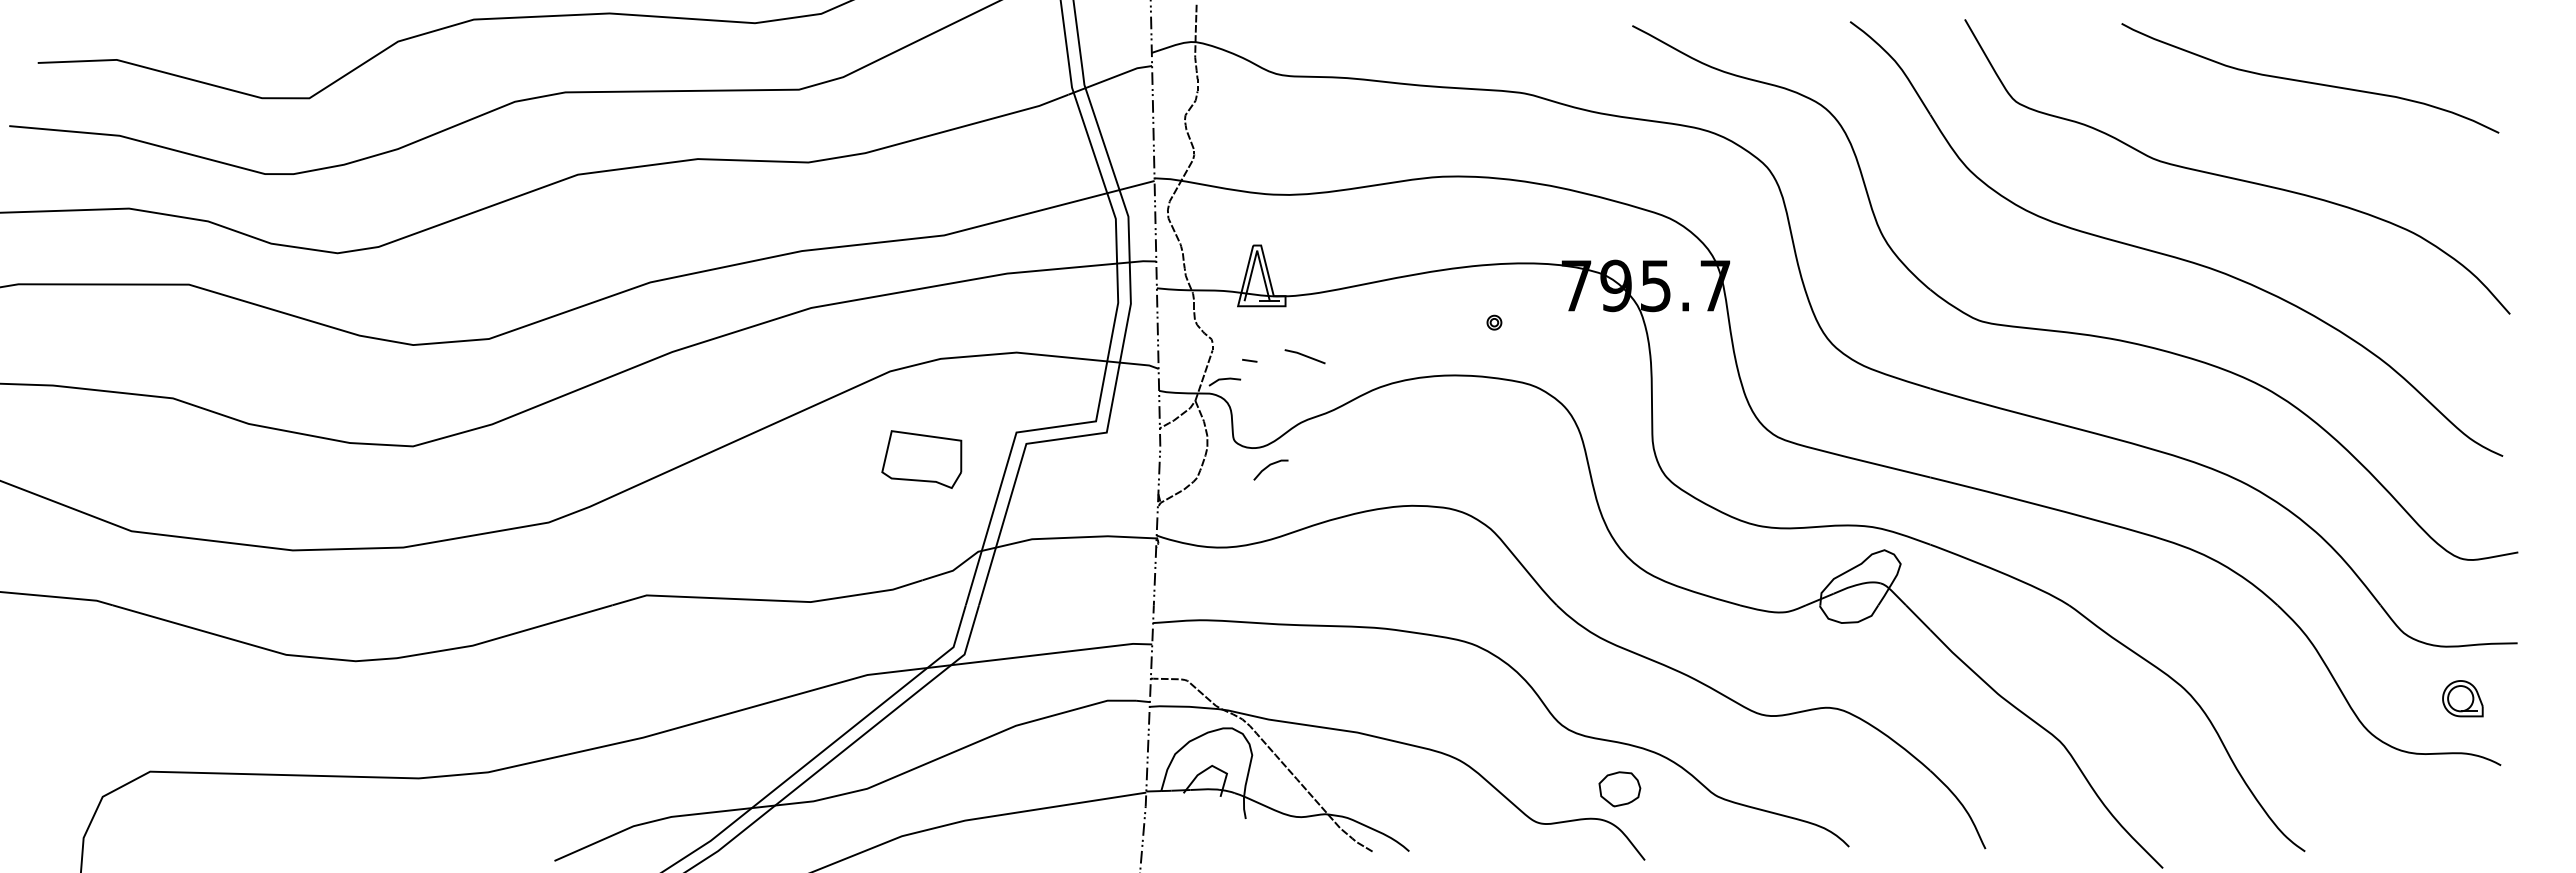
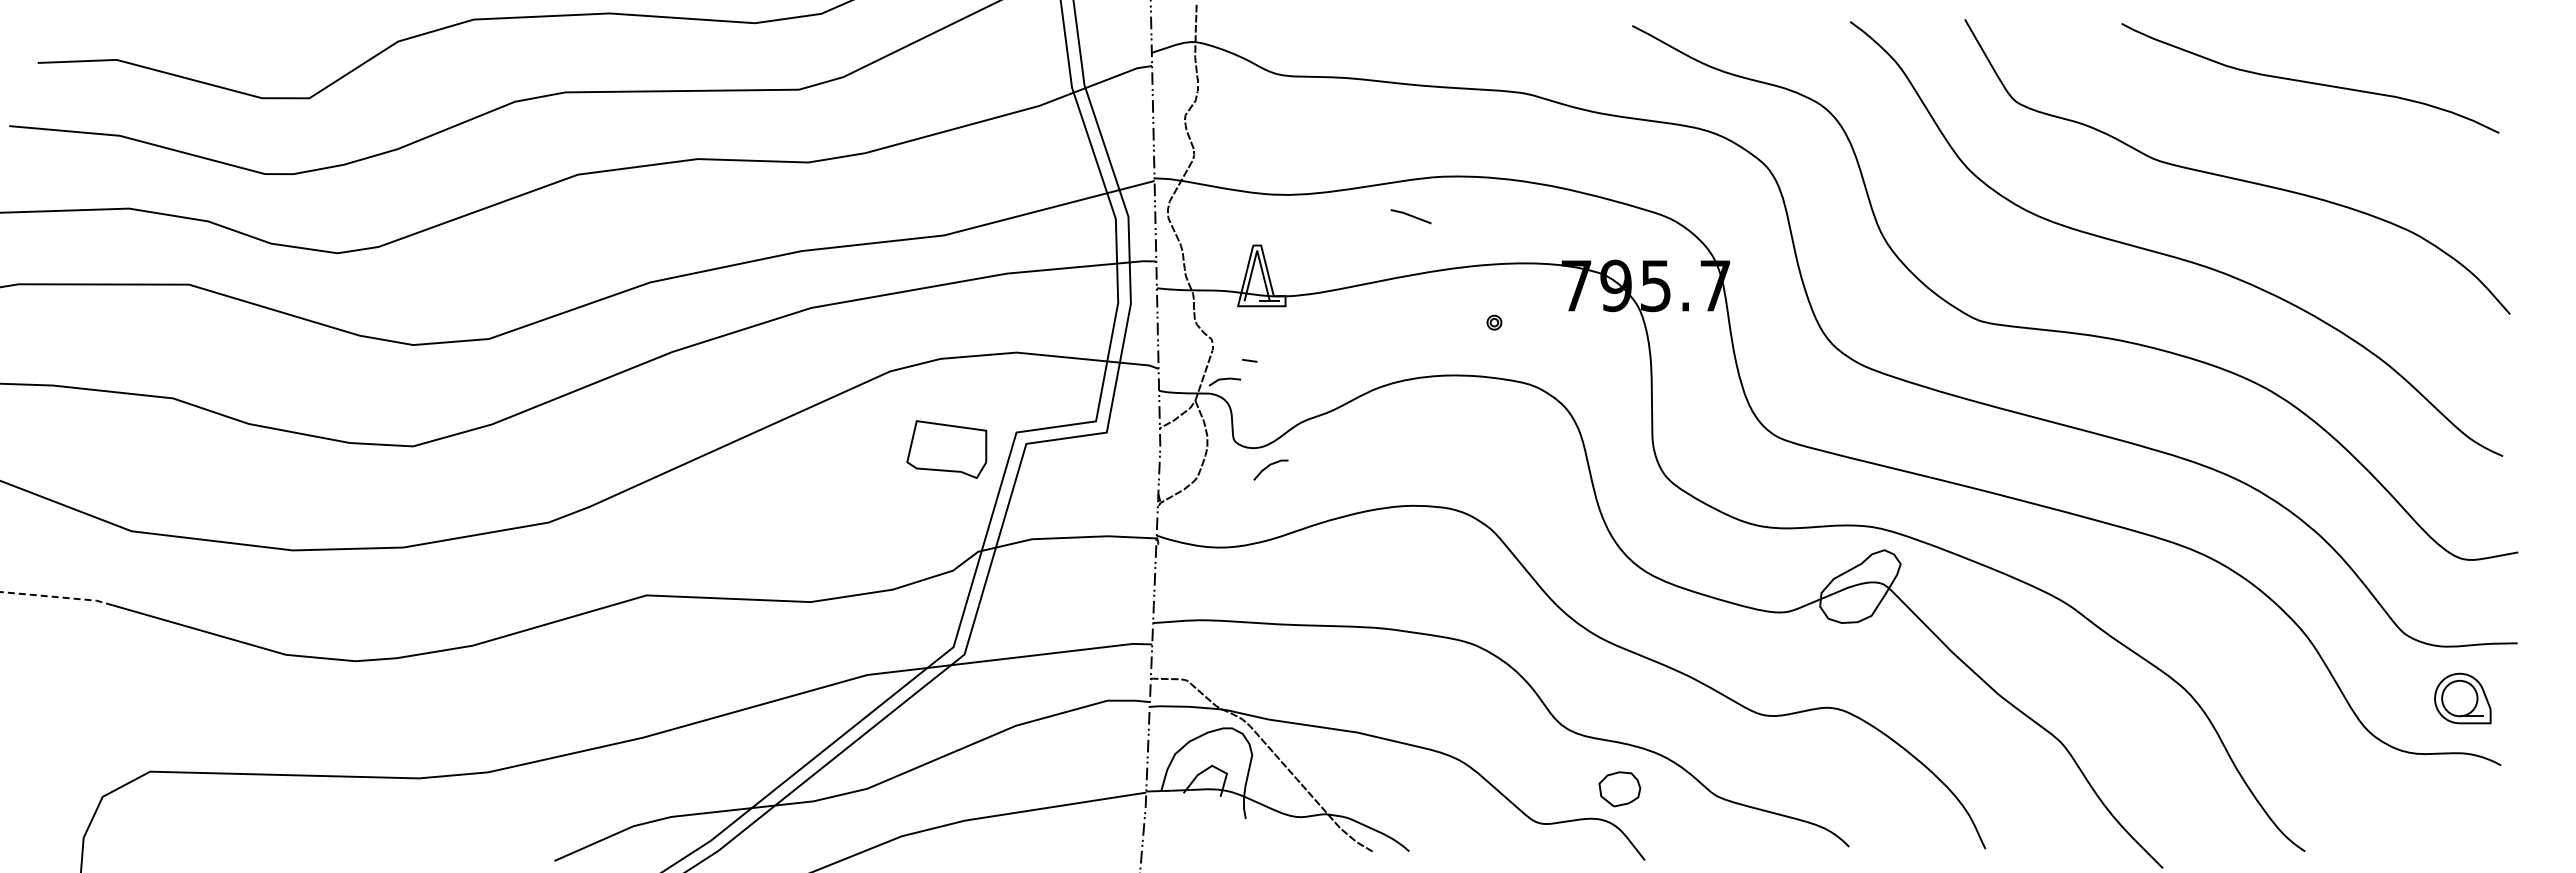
line at (1304, 356) position: (1304, 356) -> (1410, 216)
part at (921, 459) position: (921, 459) -> (946, 449)
line at (56, 597): solid -> dashed
part at (2462, 698) size: 42x38 px -> 58x53 px
